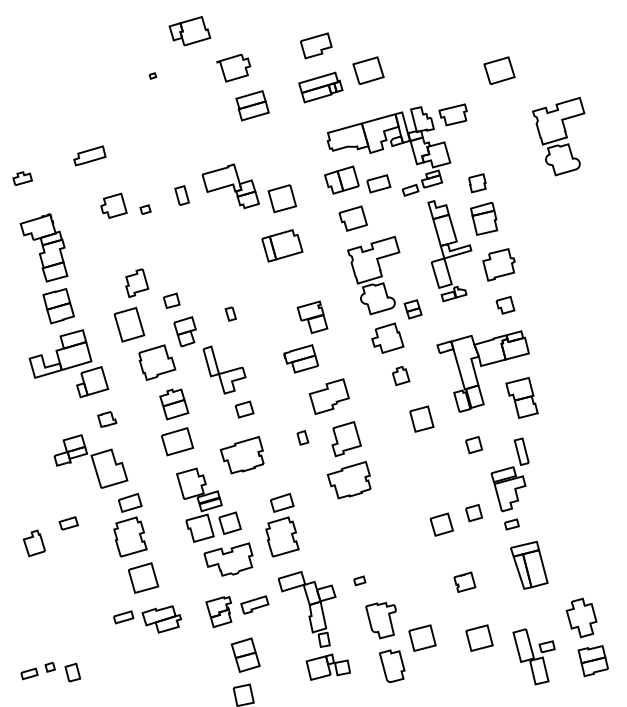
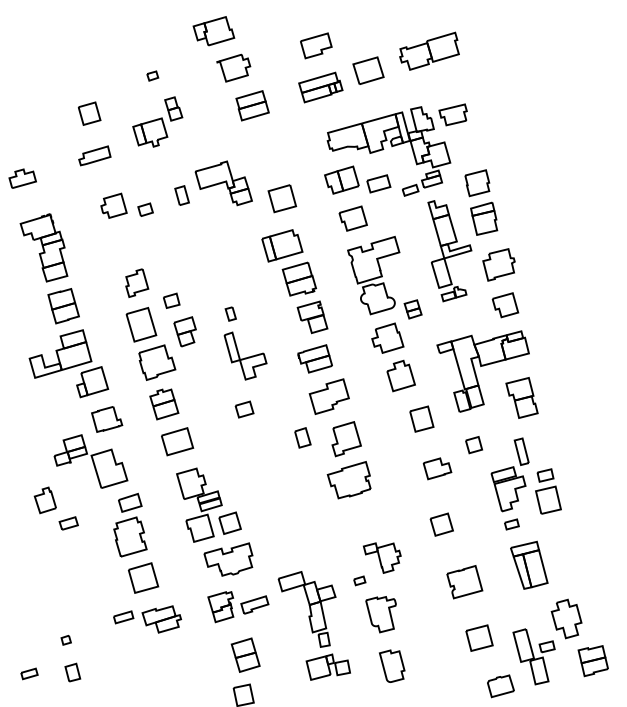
part at (189, 31) position: (189, 31) -> (213, 31)
part at (429, 50): none -> present
part at (499, 70): present -> none
part at (152, 75) size: 10x8 px -> 14x12 px
part at (89, 113): none -> present
part at (157, 121): none -> present
part at (558, 136): present -> none
part at (89, 155) position: (89, 155) -> (94, 155)
part at (22, 178) size: 21x15 px -> 29x21 px
part at (477, 183) size: 19x21 px -> 27x29 px
part at (230, 186) position: (230, 186) -> (223, 183)
part at (145, 209) size: 13x11 px -> 17x15 px
part at (299, 278): none -> present
part at (505, 305) size: 21x19 px -> 29x27 px
part at (58, 306) position: (58, 306) -> (63, 306)
part at (129, 324) position: (129, 324) -> (141, 324)
part at (300, 358) position: (300, 358) -> (314, 358)
part at (224, 369) position: (224, 369) -> (245, 355)
part at (401, 375) size: 19x20 px -> 30x34 px
part at (174, 404) position: (174, 404) -> (164, 404)
part at (107, 419) size: 21x17 px -> 33x27 px
part at (302, 437) size: 14x16 px -> 18x22 px
part at (241, 455): present -> none
part at (437, 468): none -> present
part at (548, 491): none -> present
part at (473, 513): present -> none
part at (282, 524): present -> none
part at (33, 543) position: (33, 543) -> (44, 500)
part at (381, 557): none -> present
part at (464, 581) size: 24x22 px -> 38x35 px
part at (218, 612) position: (218, 612) -> (220, 607)
part at (581, 617) position: (581, 617) -> (566, 618)
part at (380, 620) position: (380, 620) -> (380, 614)
part at (422, 637): present -> none
part at (49, 667) position: (49, 667) -> (65, 640)
part at (500, 686): none -> present
